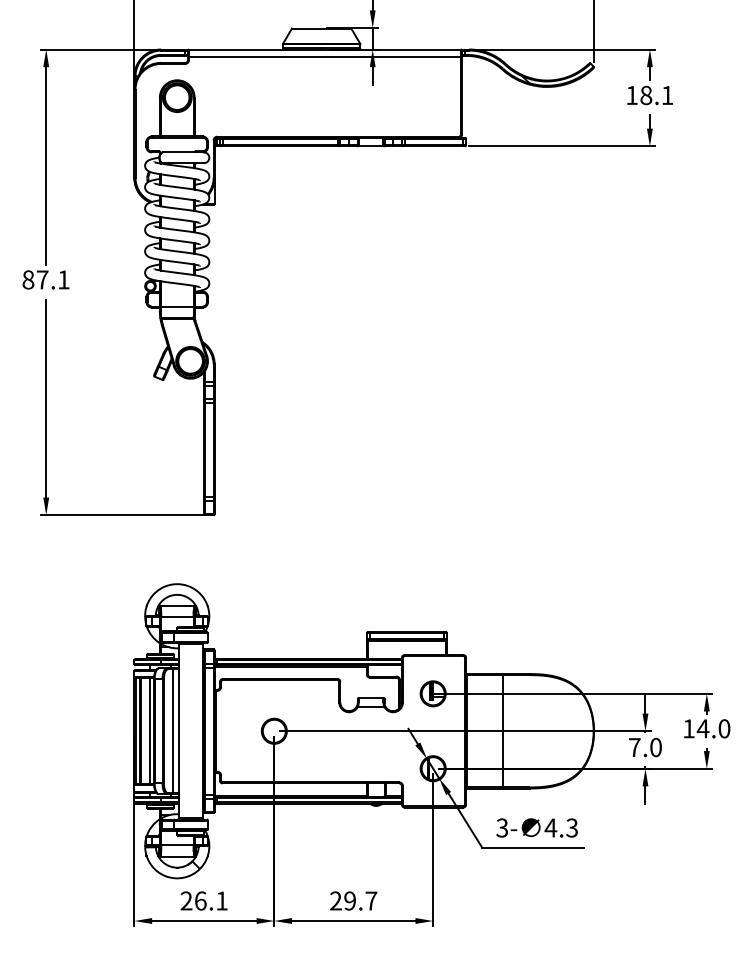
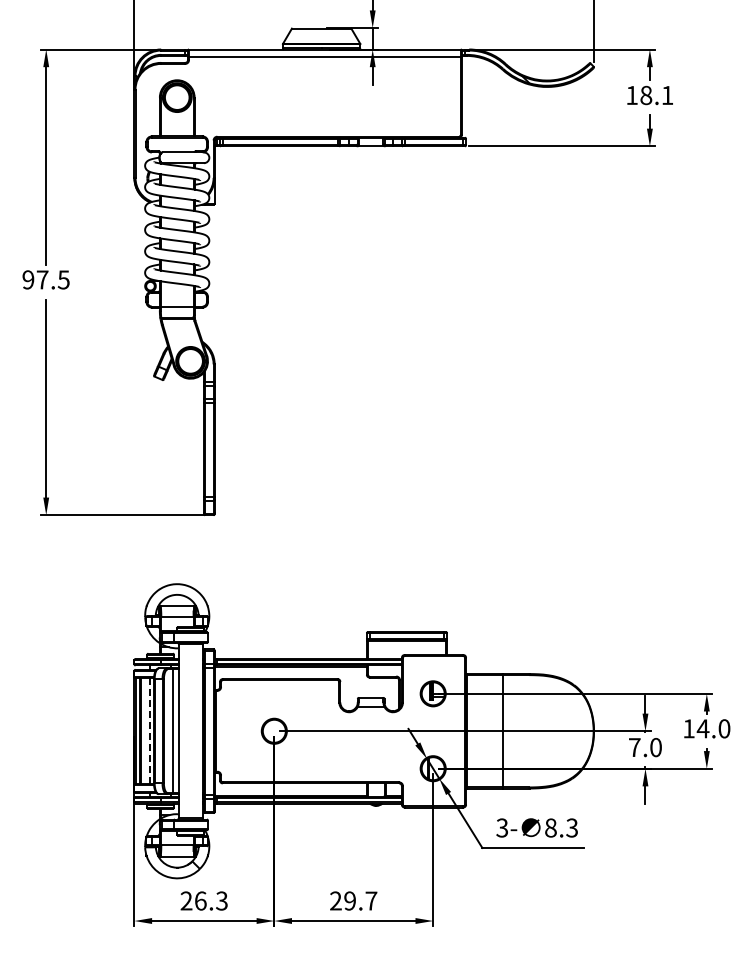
text at (45, 279): 87.1 -> 97.5
line at (149, 731): solid -> dashed
text at (550, 827): 4.3 -> 8.3
text at (221, 900): 26.1 -> 26.3
